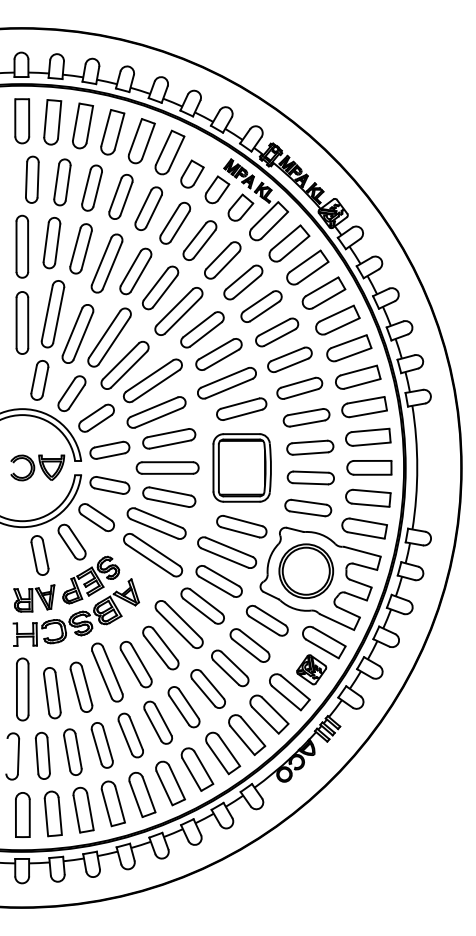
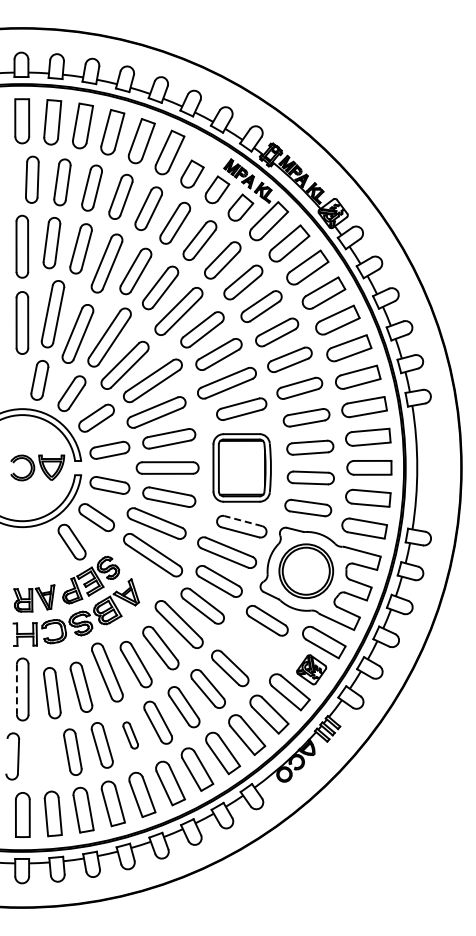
line at (243, 521): solid -> dashed
part at (39, 555): present -> none
part at (249, 645): present -> none
line at (16, 690): solid -> dashed
part at (130, 735) size: 27x47 px -> 17x29 px
part at (42, 755): present -> none
